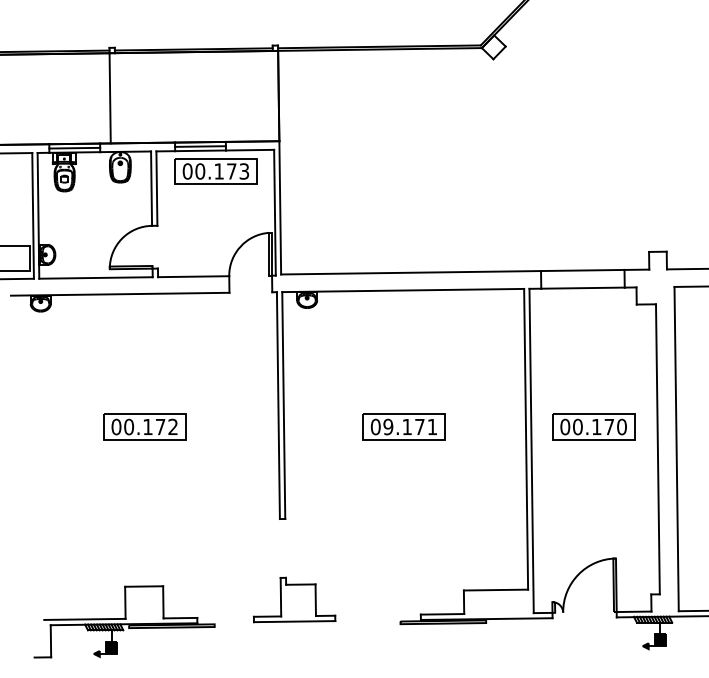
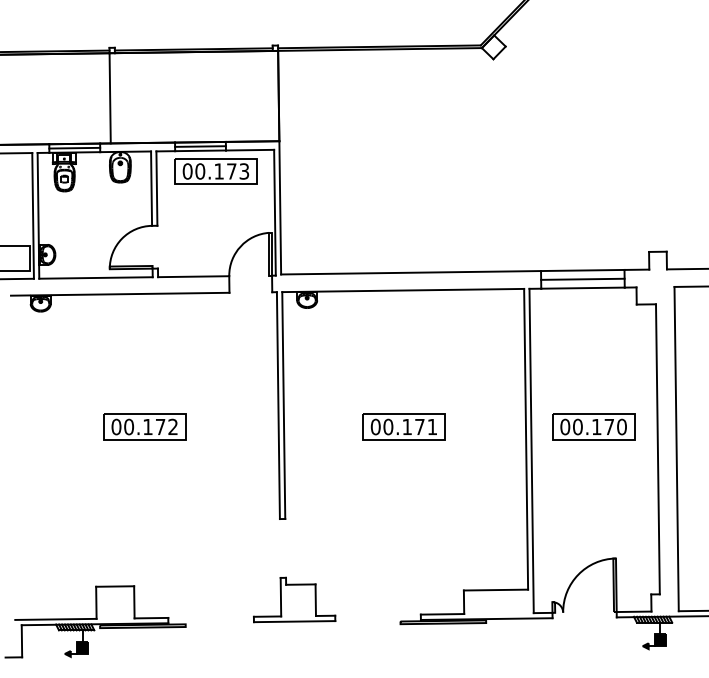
line at (582, 278): none -> present
text at (388, 427): 09.171 -> 00.171
part at (124, 621) position: (124, 621) -> (95, 621)
